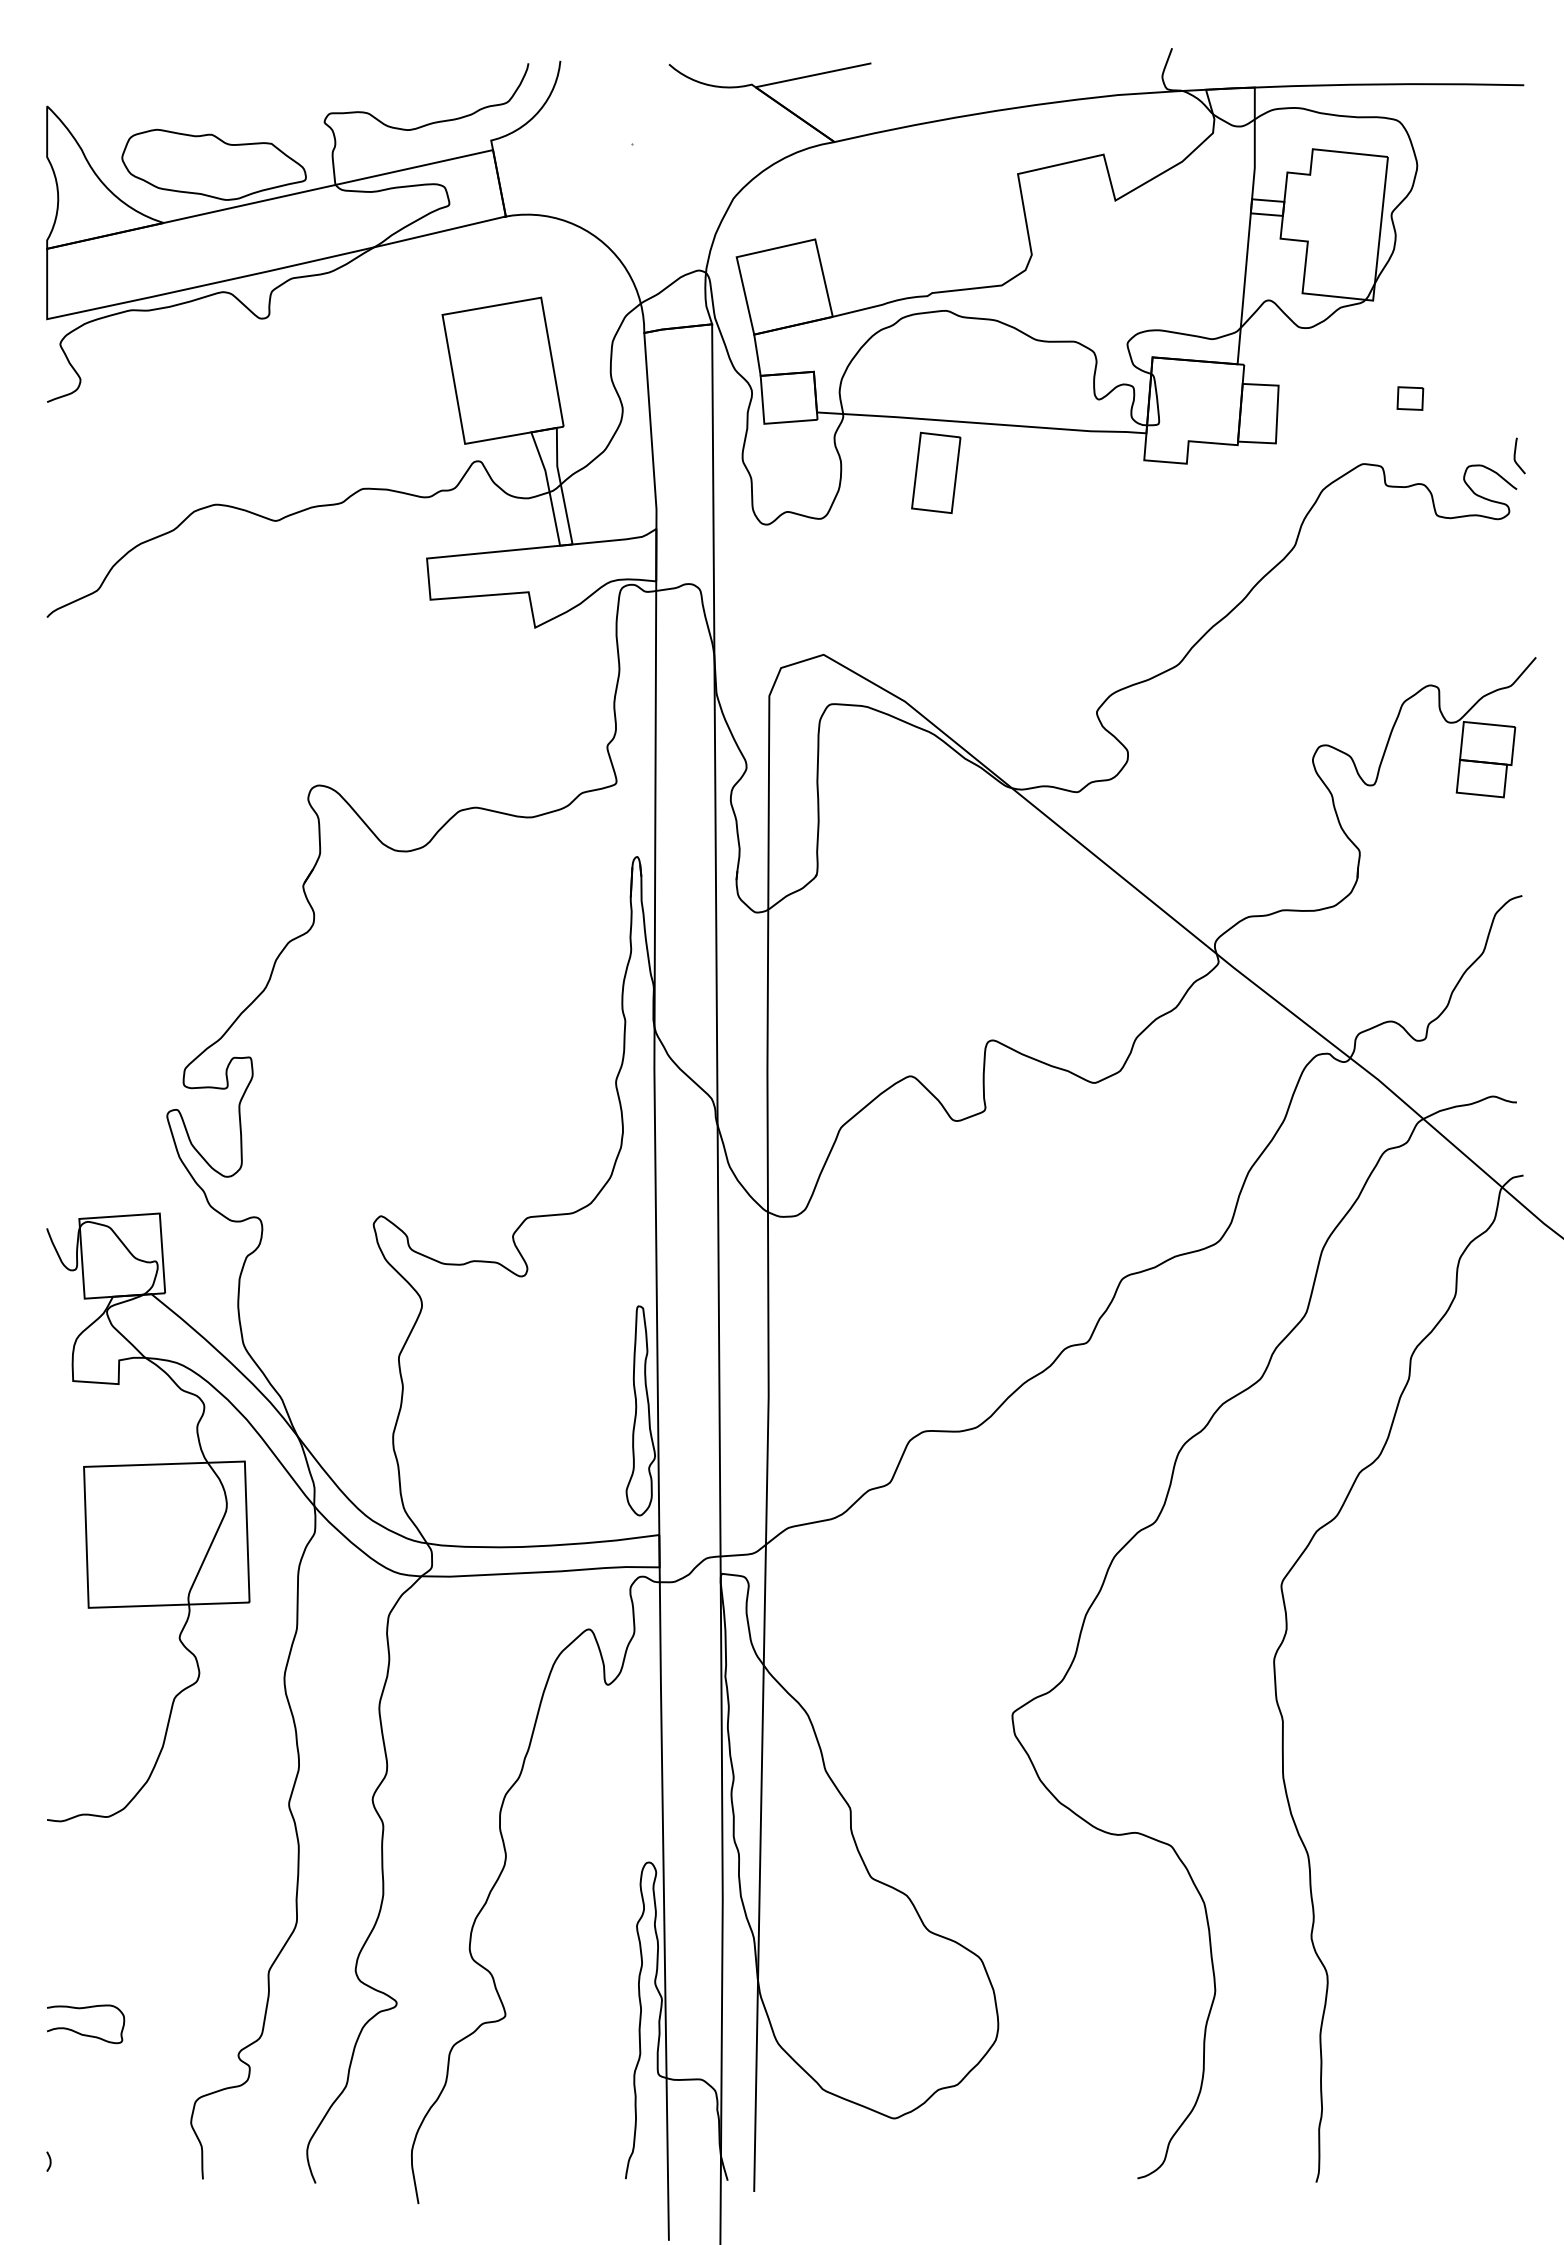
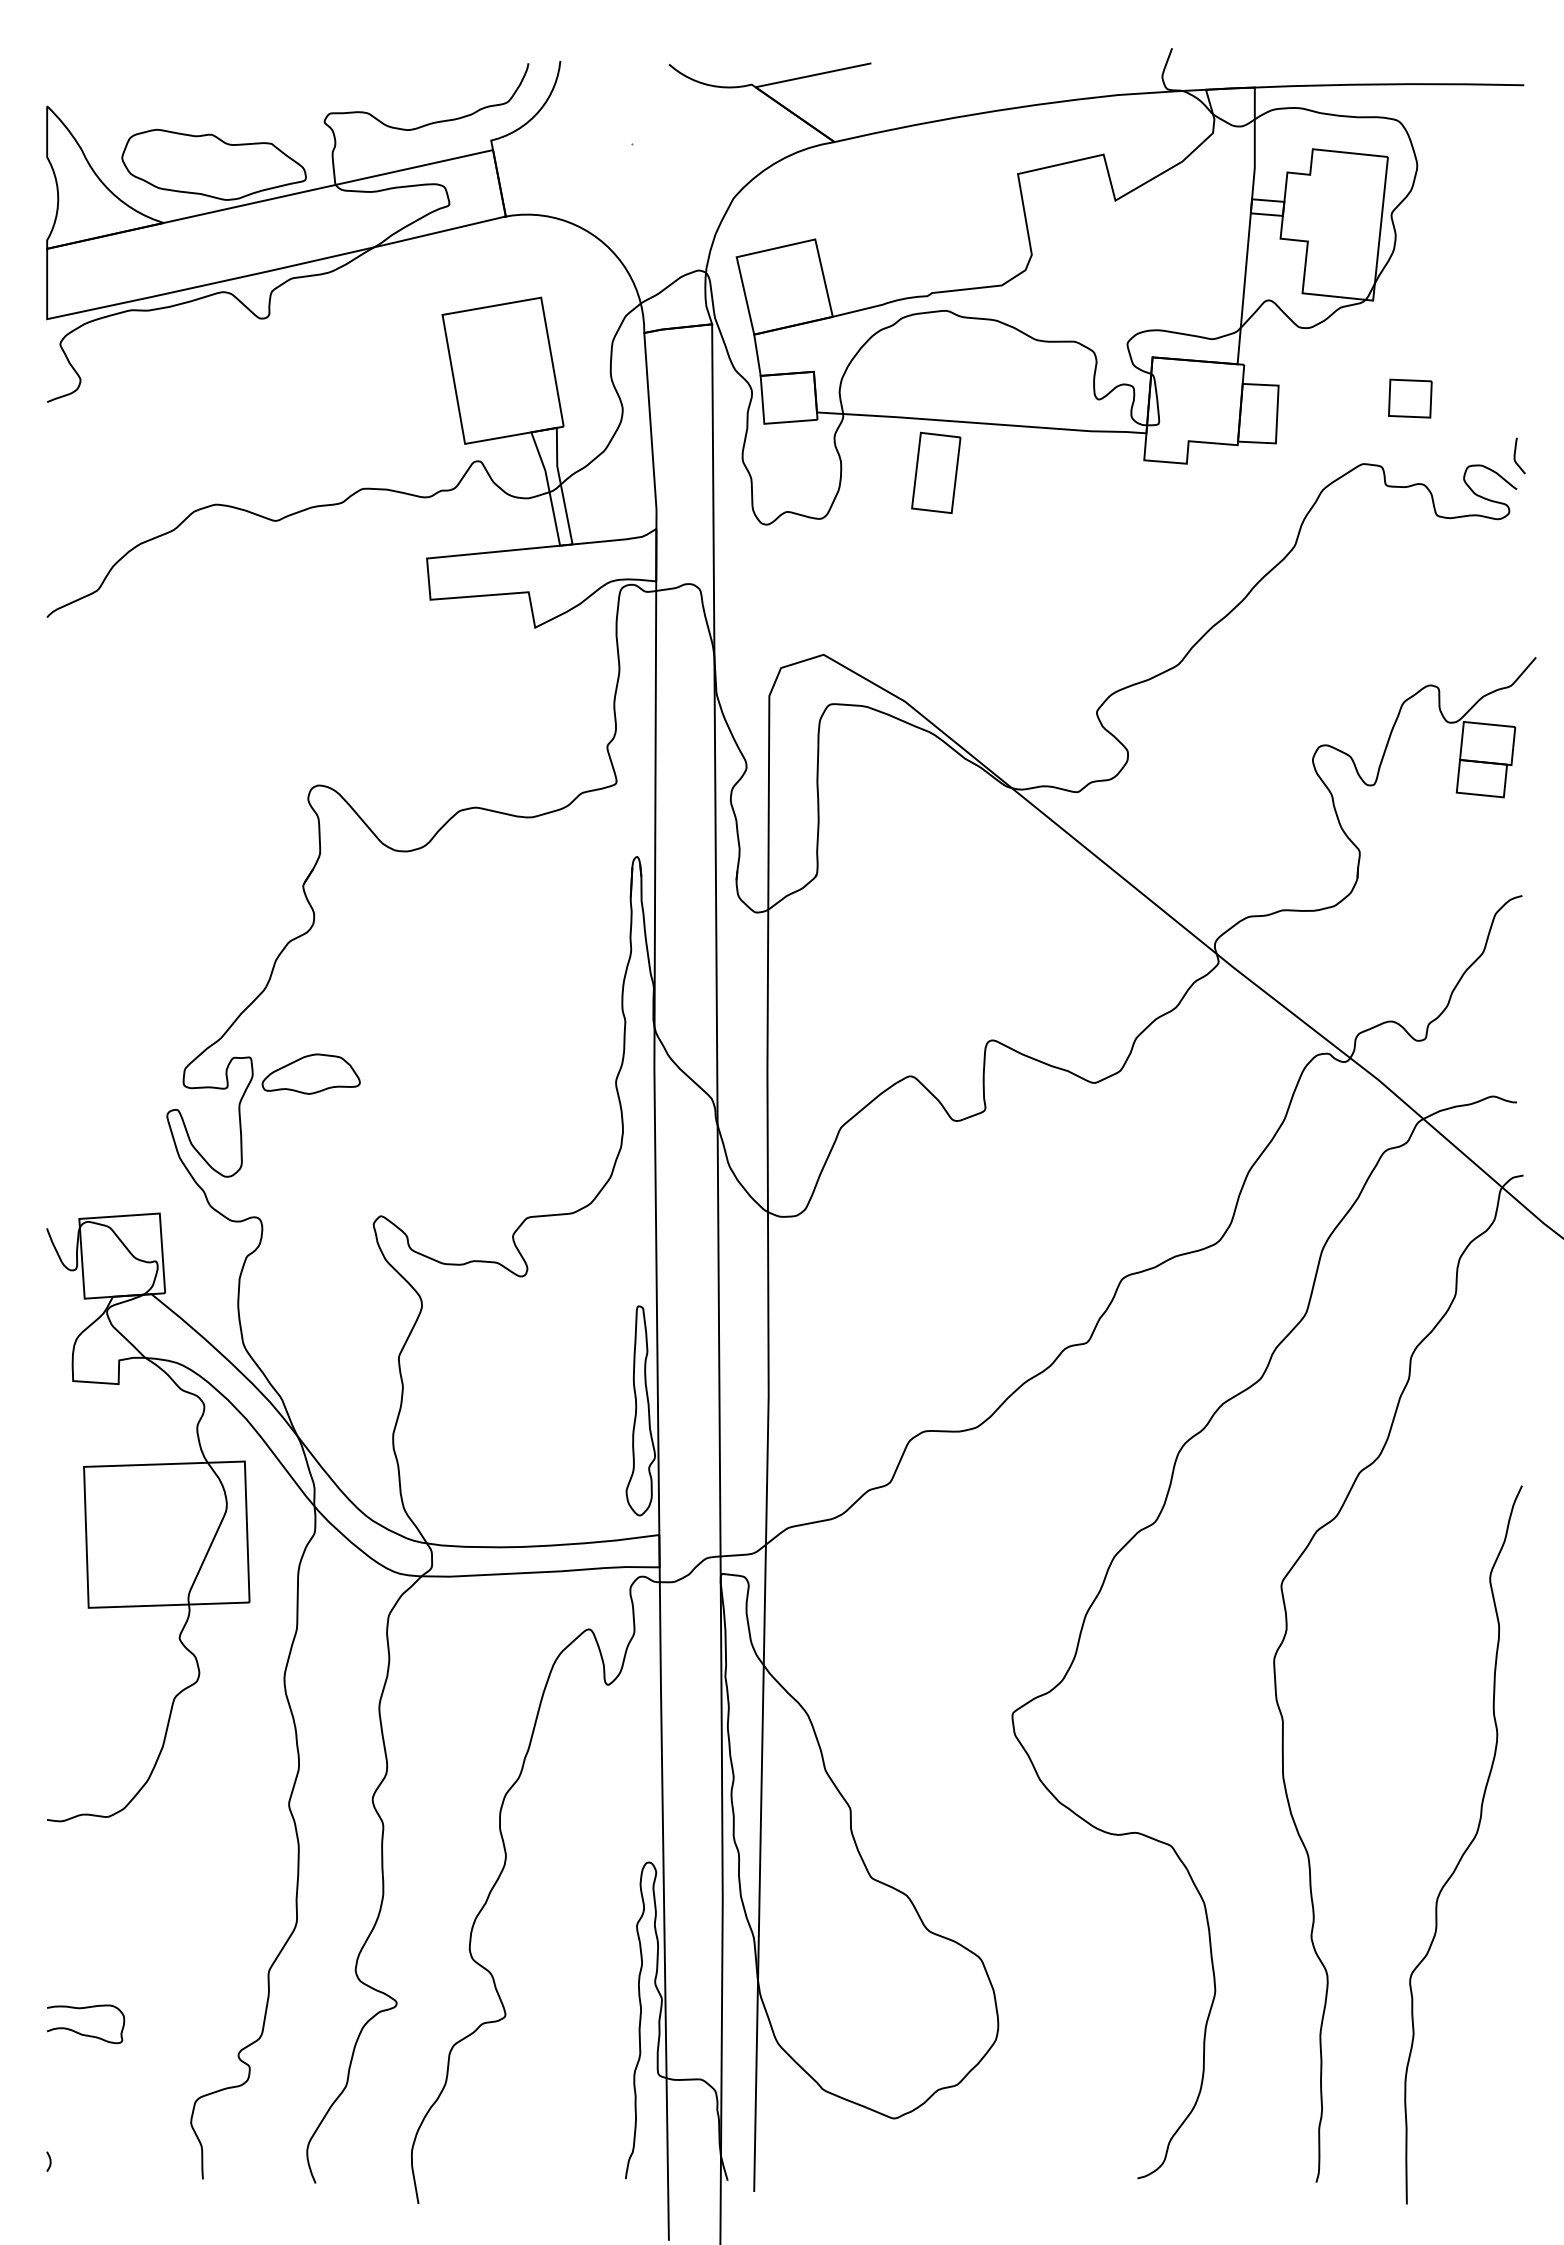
part at (1410, 398) size: 29x25 px -> 45x41 px
part at (310, 1073): none -> present
curve at (1467, 1846): none -> present
